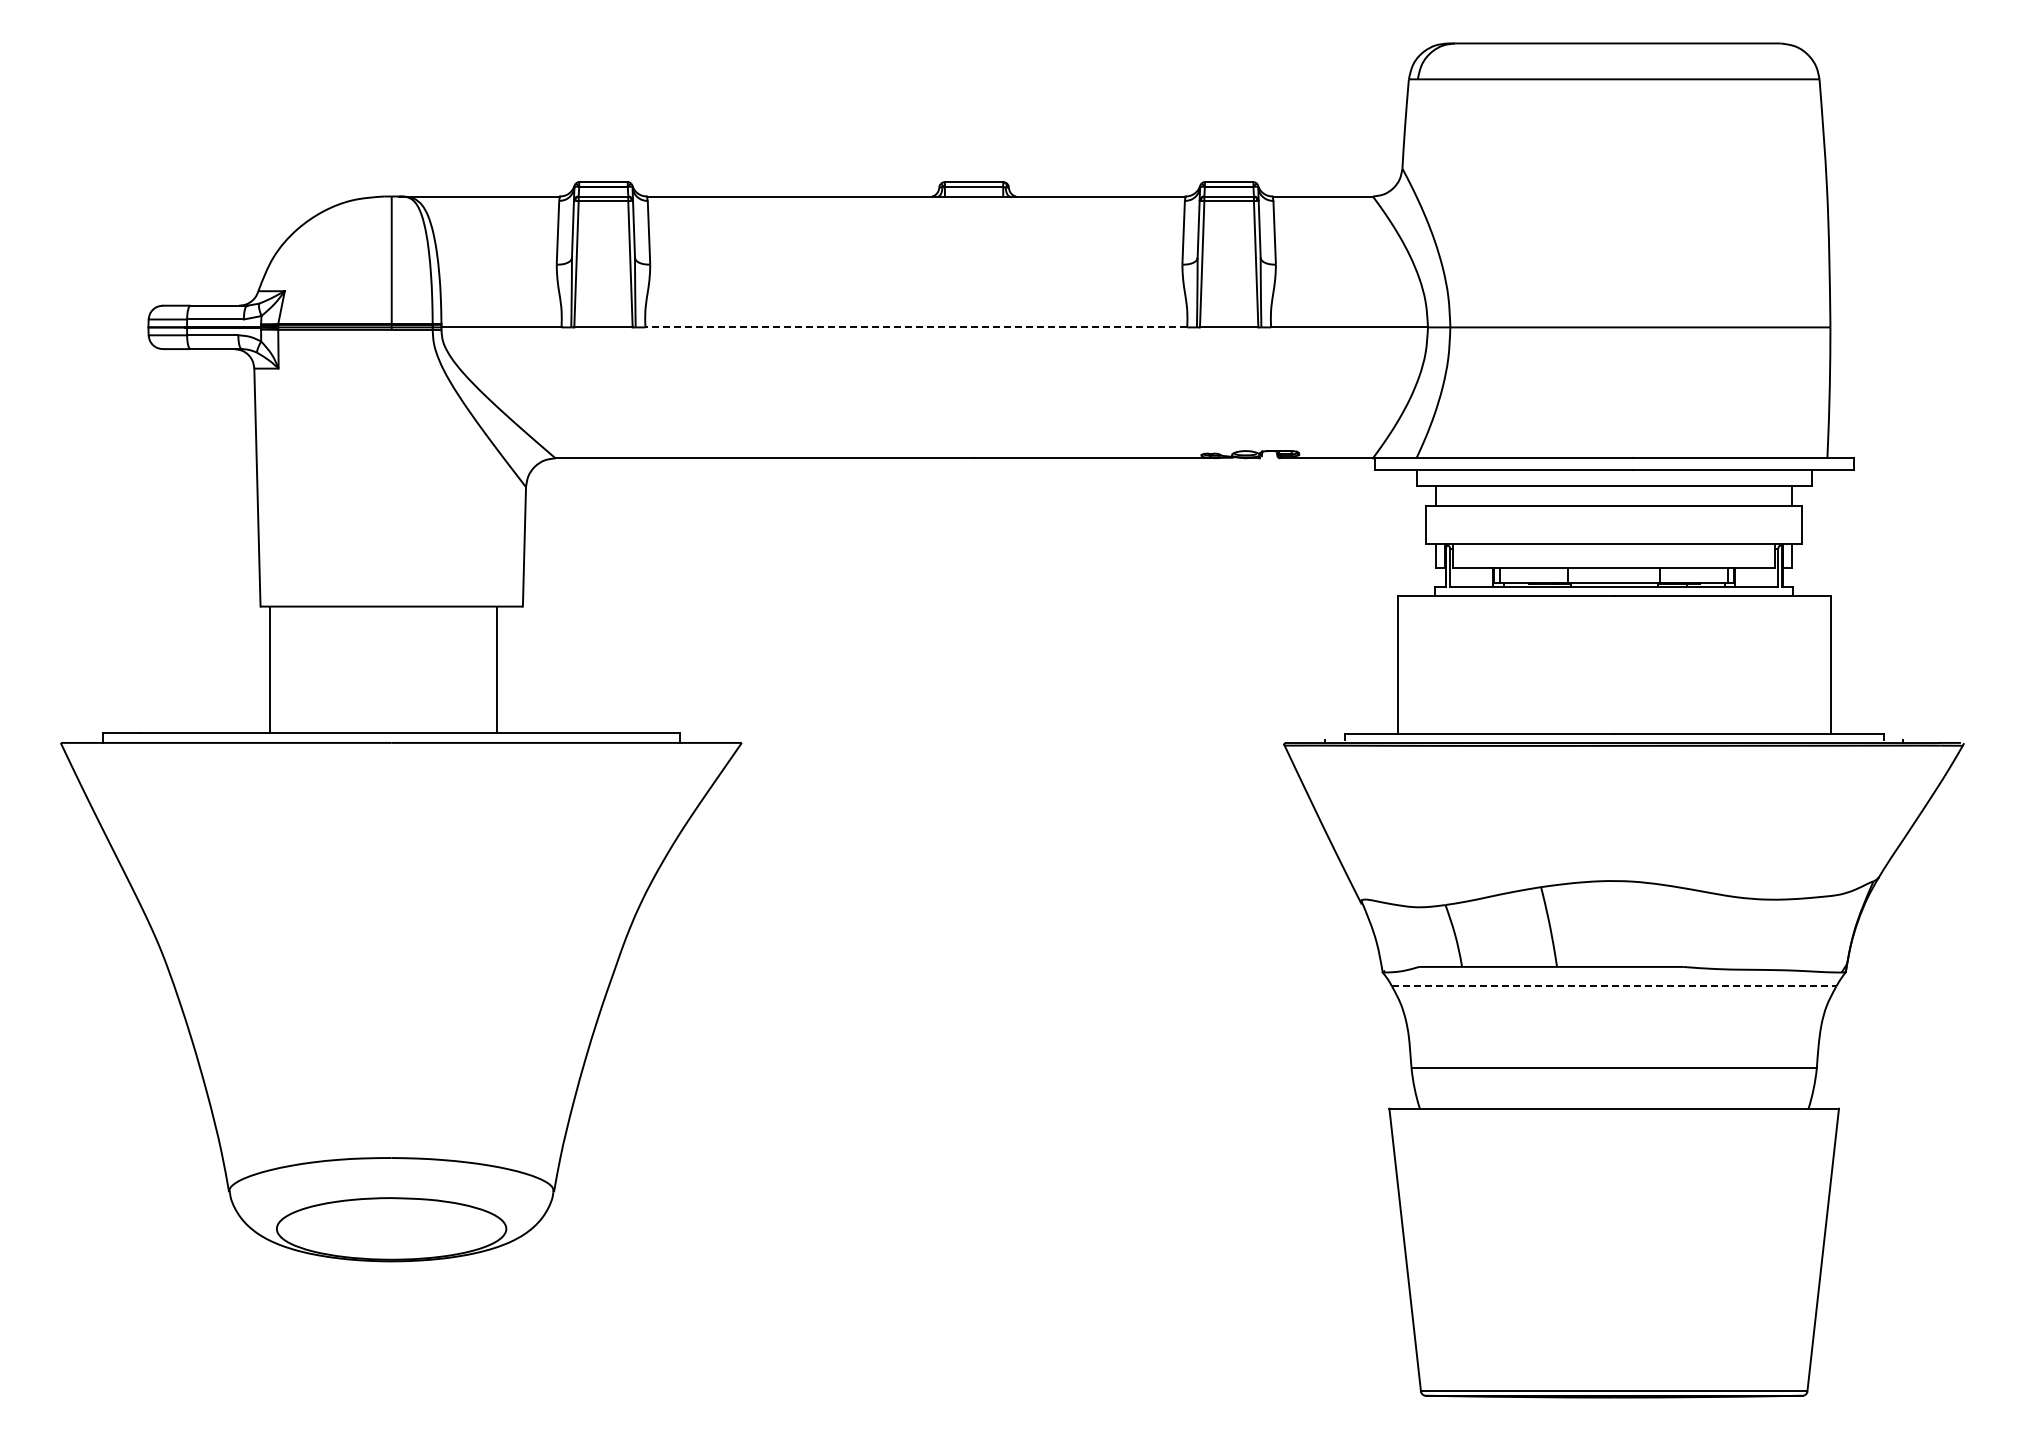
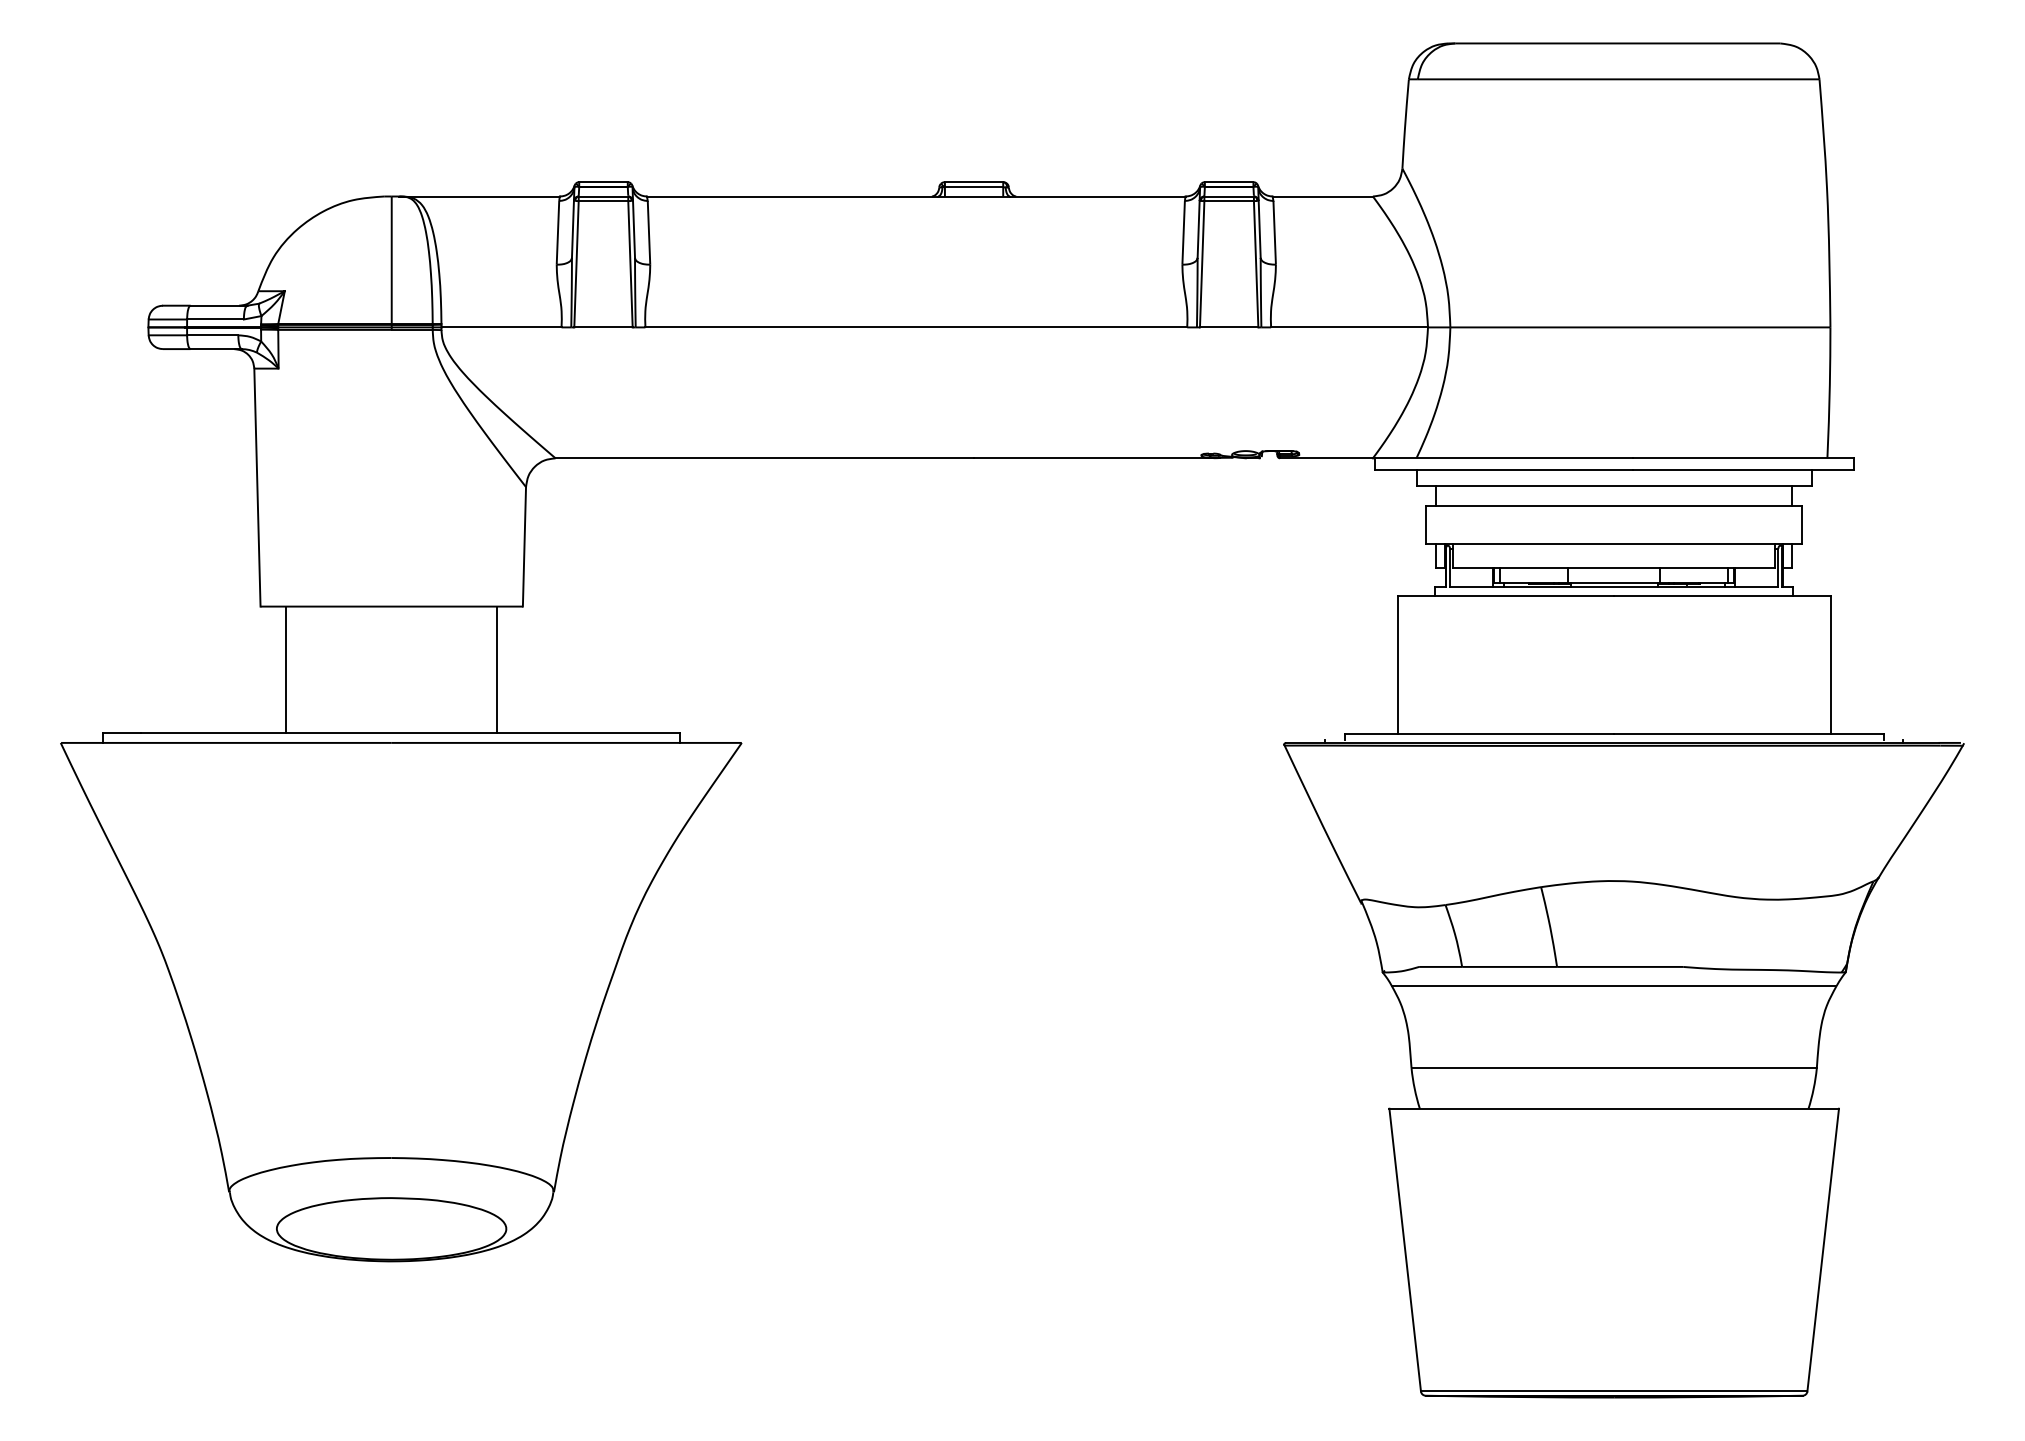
line at (916, 327): dashed -> solid
line at (270, 669) position: (270, 669) -> (286, 669)
line at (1614, 986): dashed -> solid
